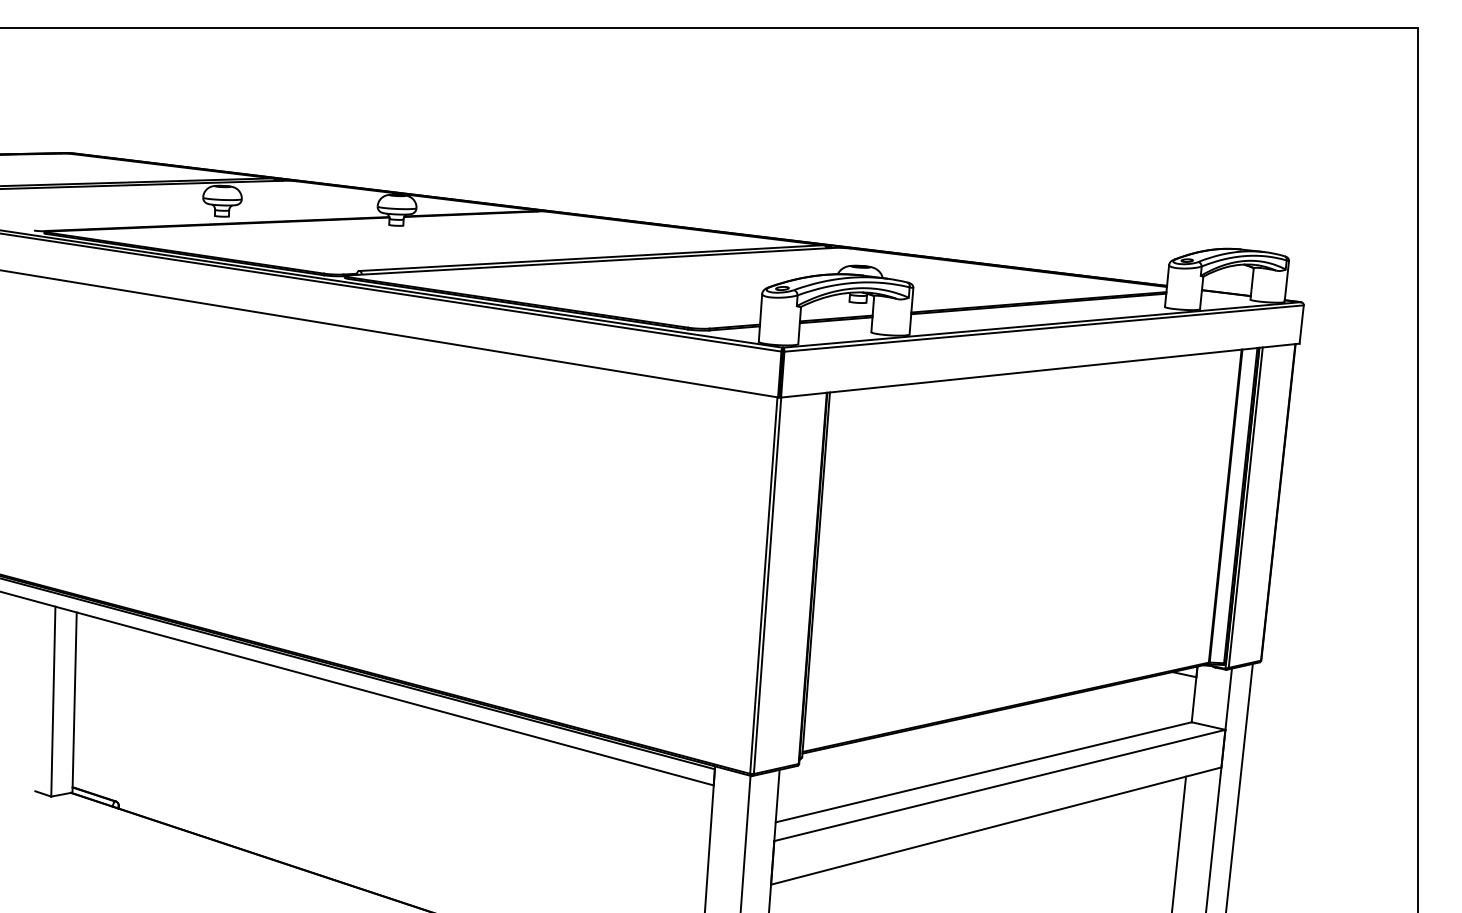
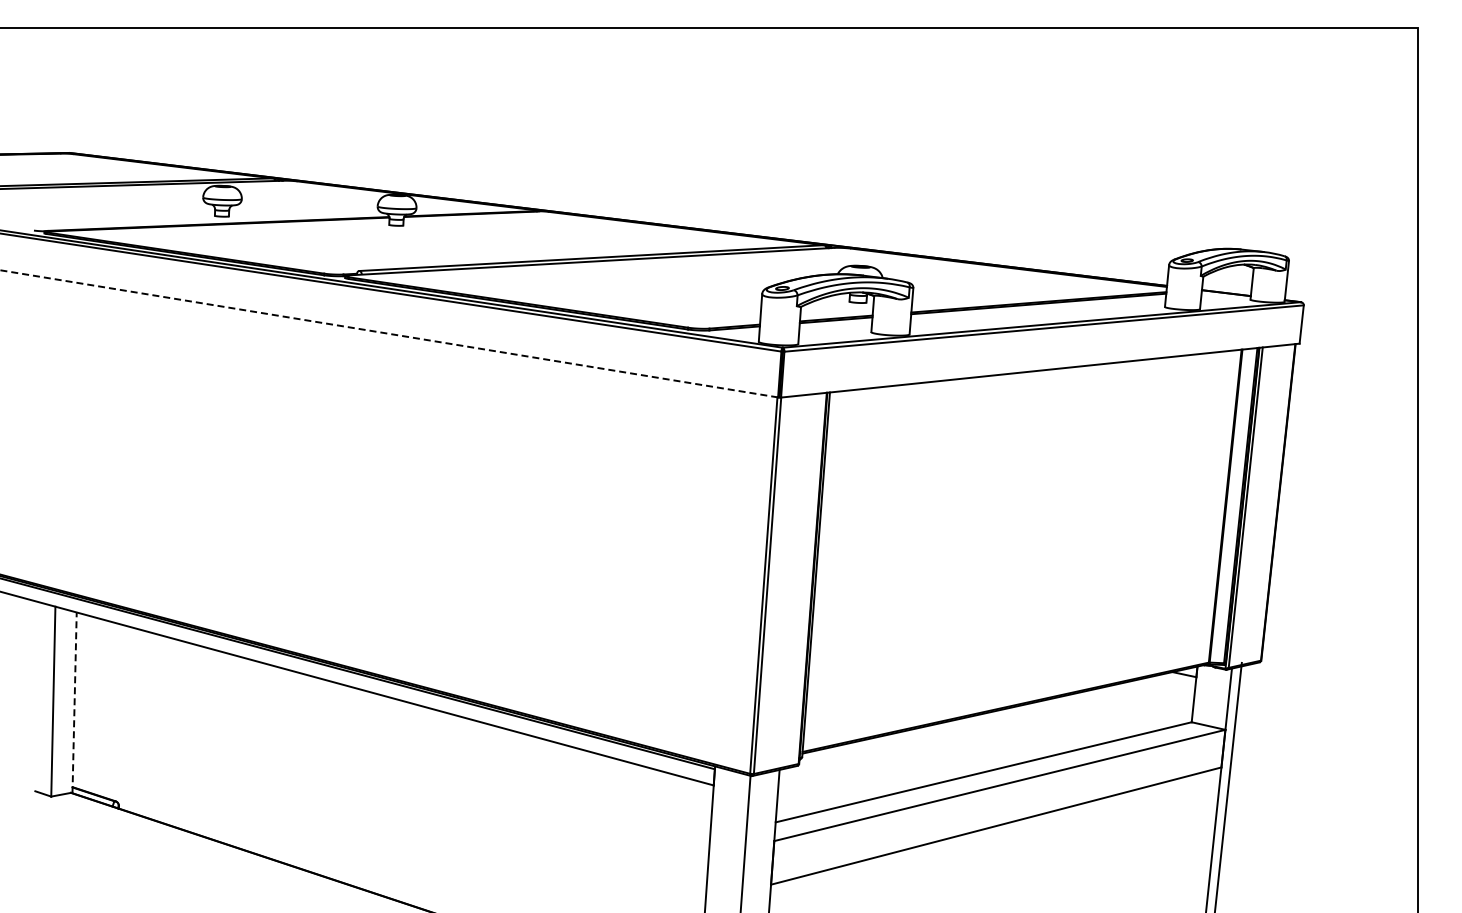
line at (389, 333): solid -> dashed
line at (74, 702): solid -> dashed
line at (1239, 786) position: (1239, 786) -> (1228, 785)
line at (1179, 842): present -> none
